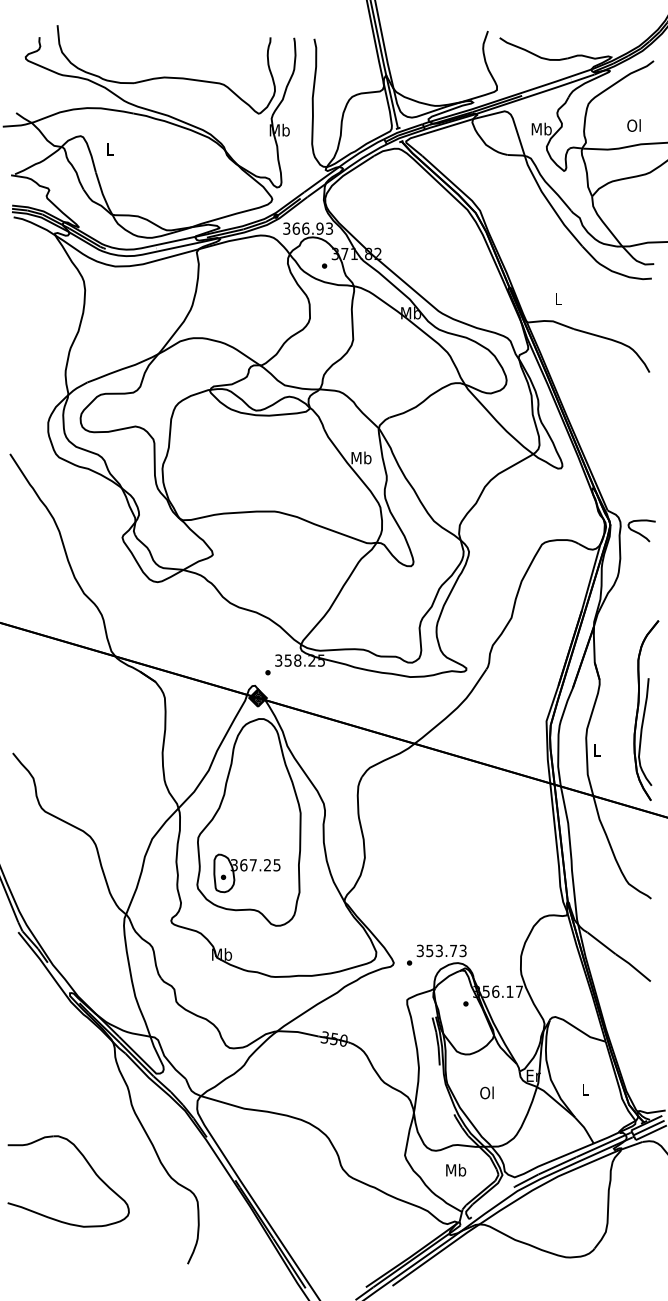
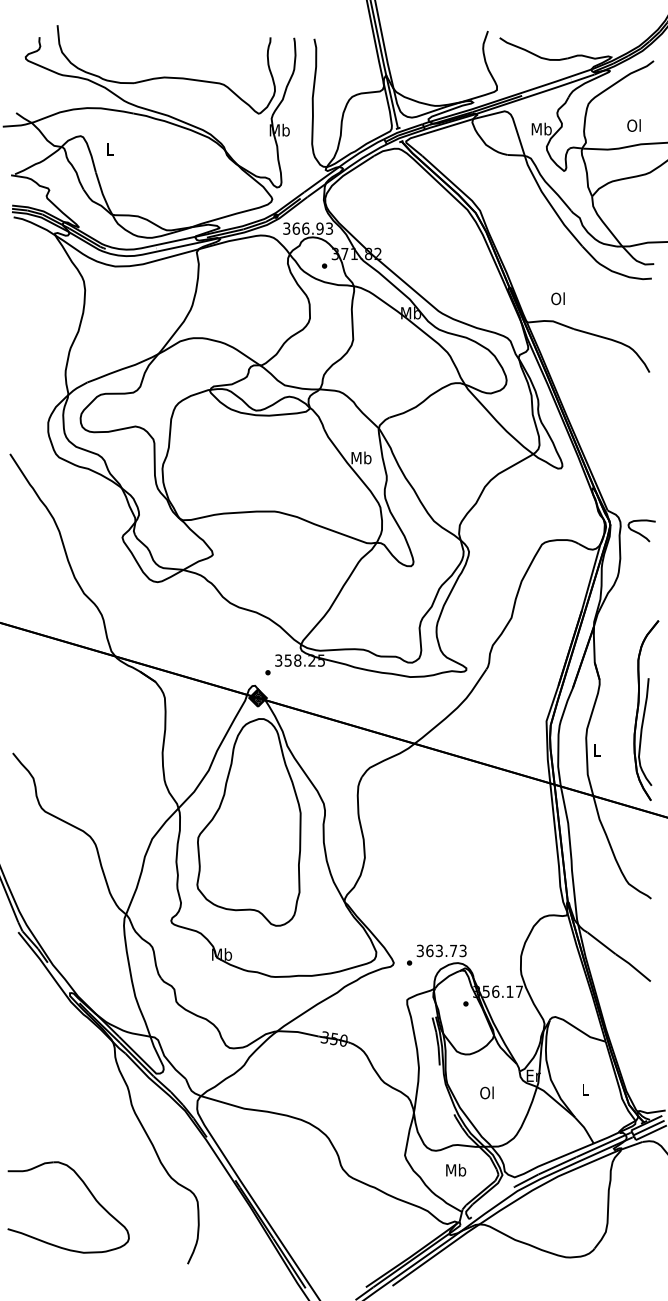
text at (557, 298): L -> Ol
part at (246, 873): present -> none
text at (429, 950): 353.73 -> 363.73
part at (88, 1165) position: (88, 1165) -> (88, 1191)
